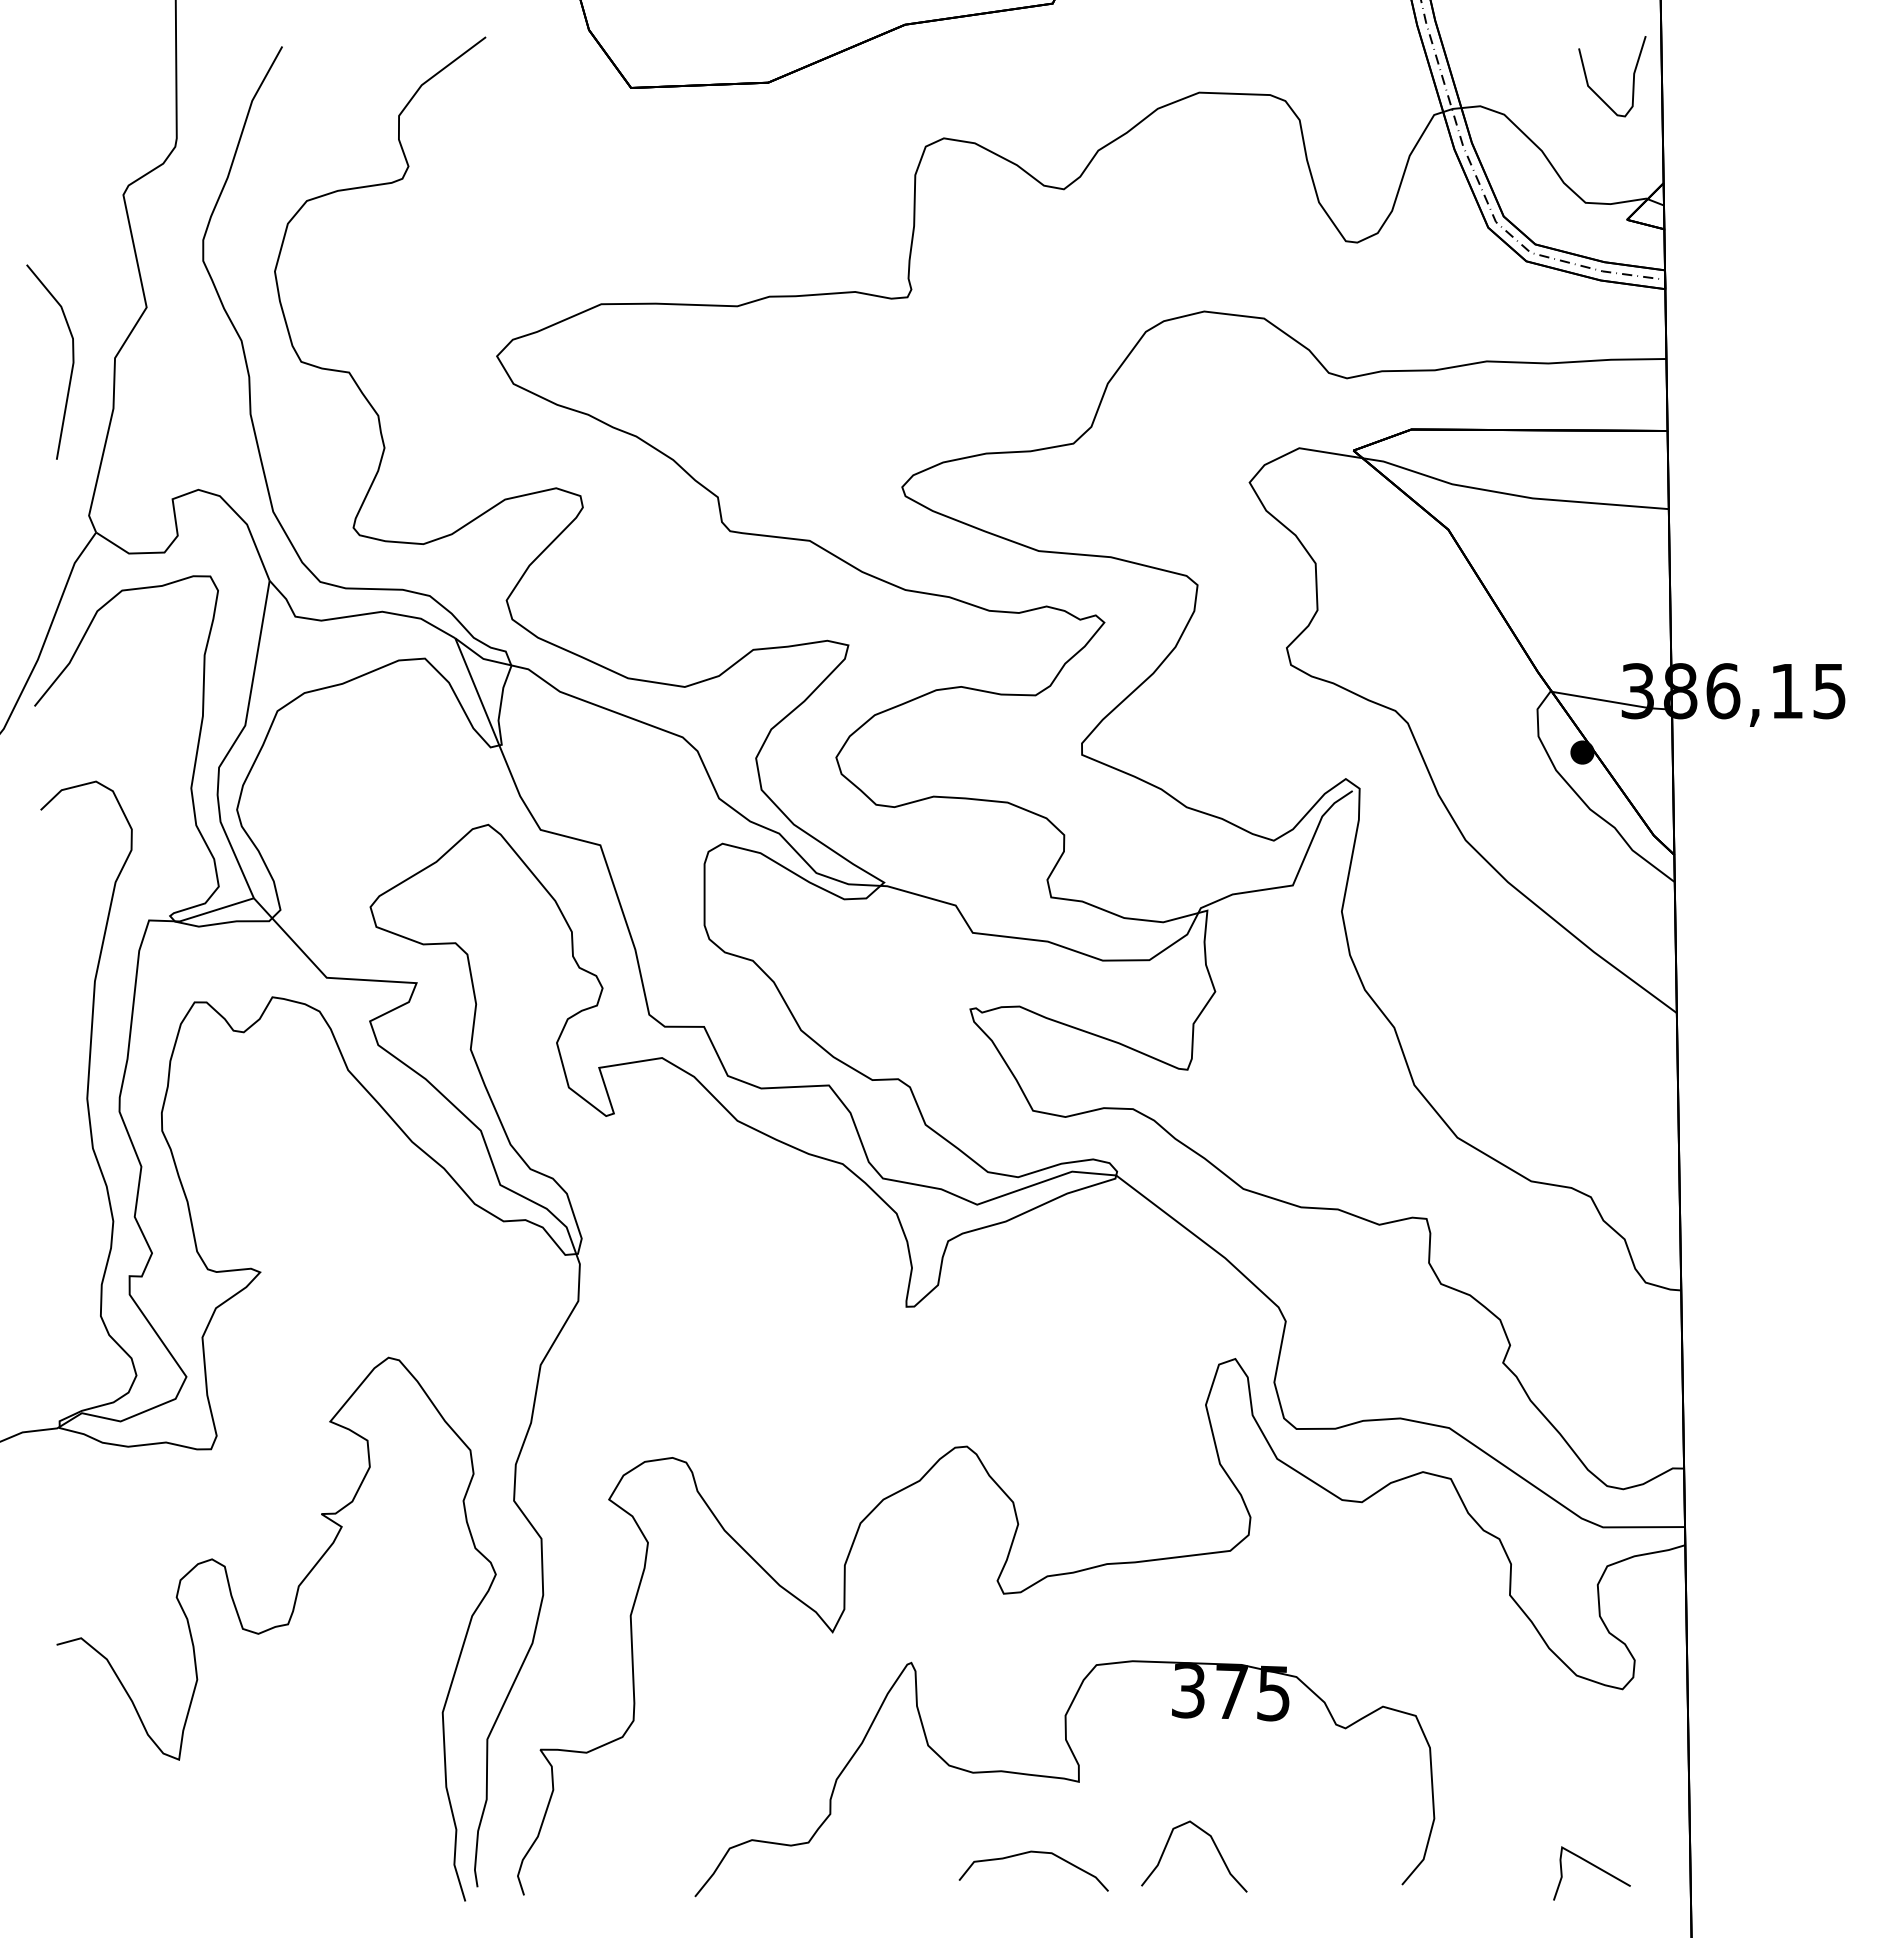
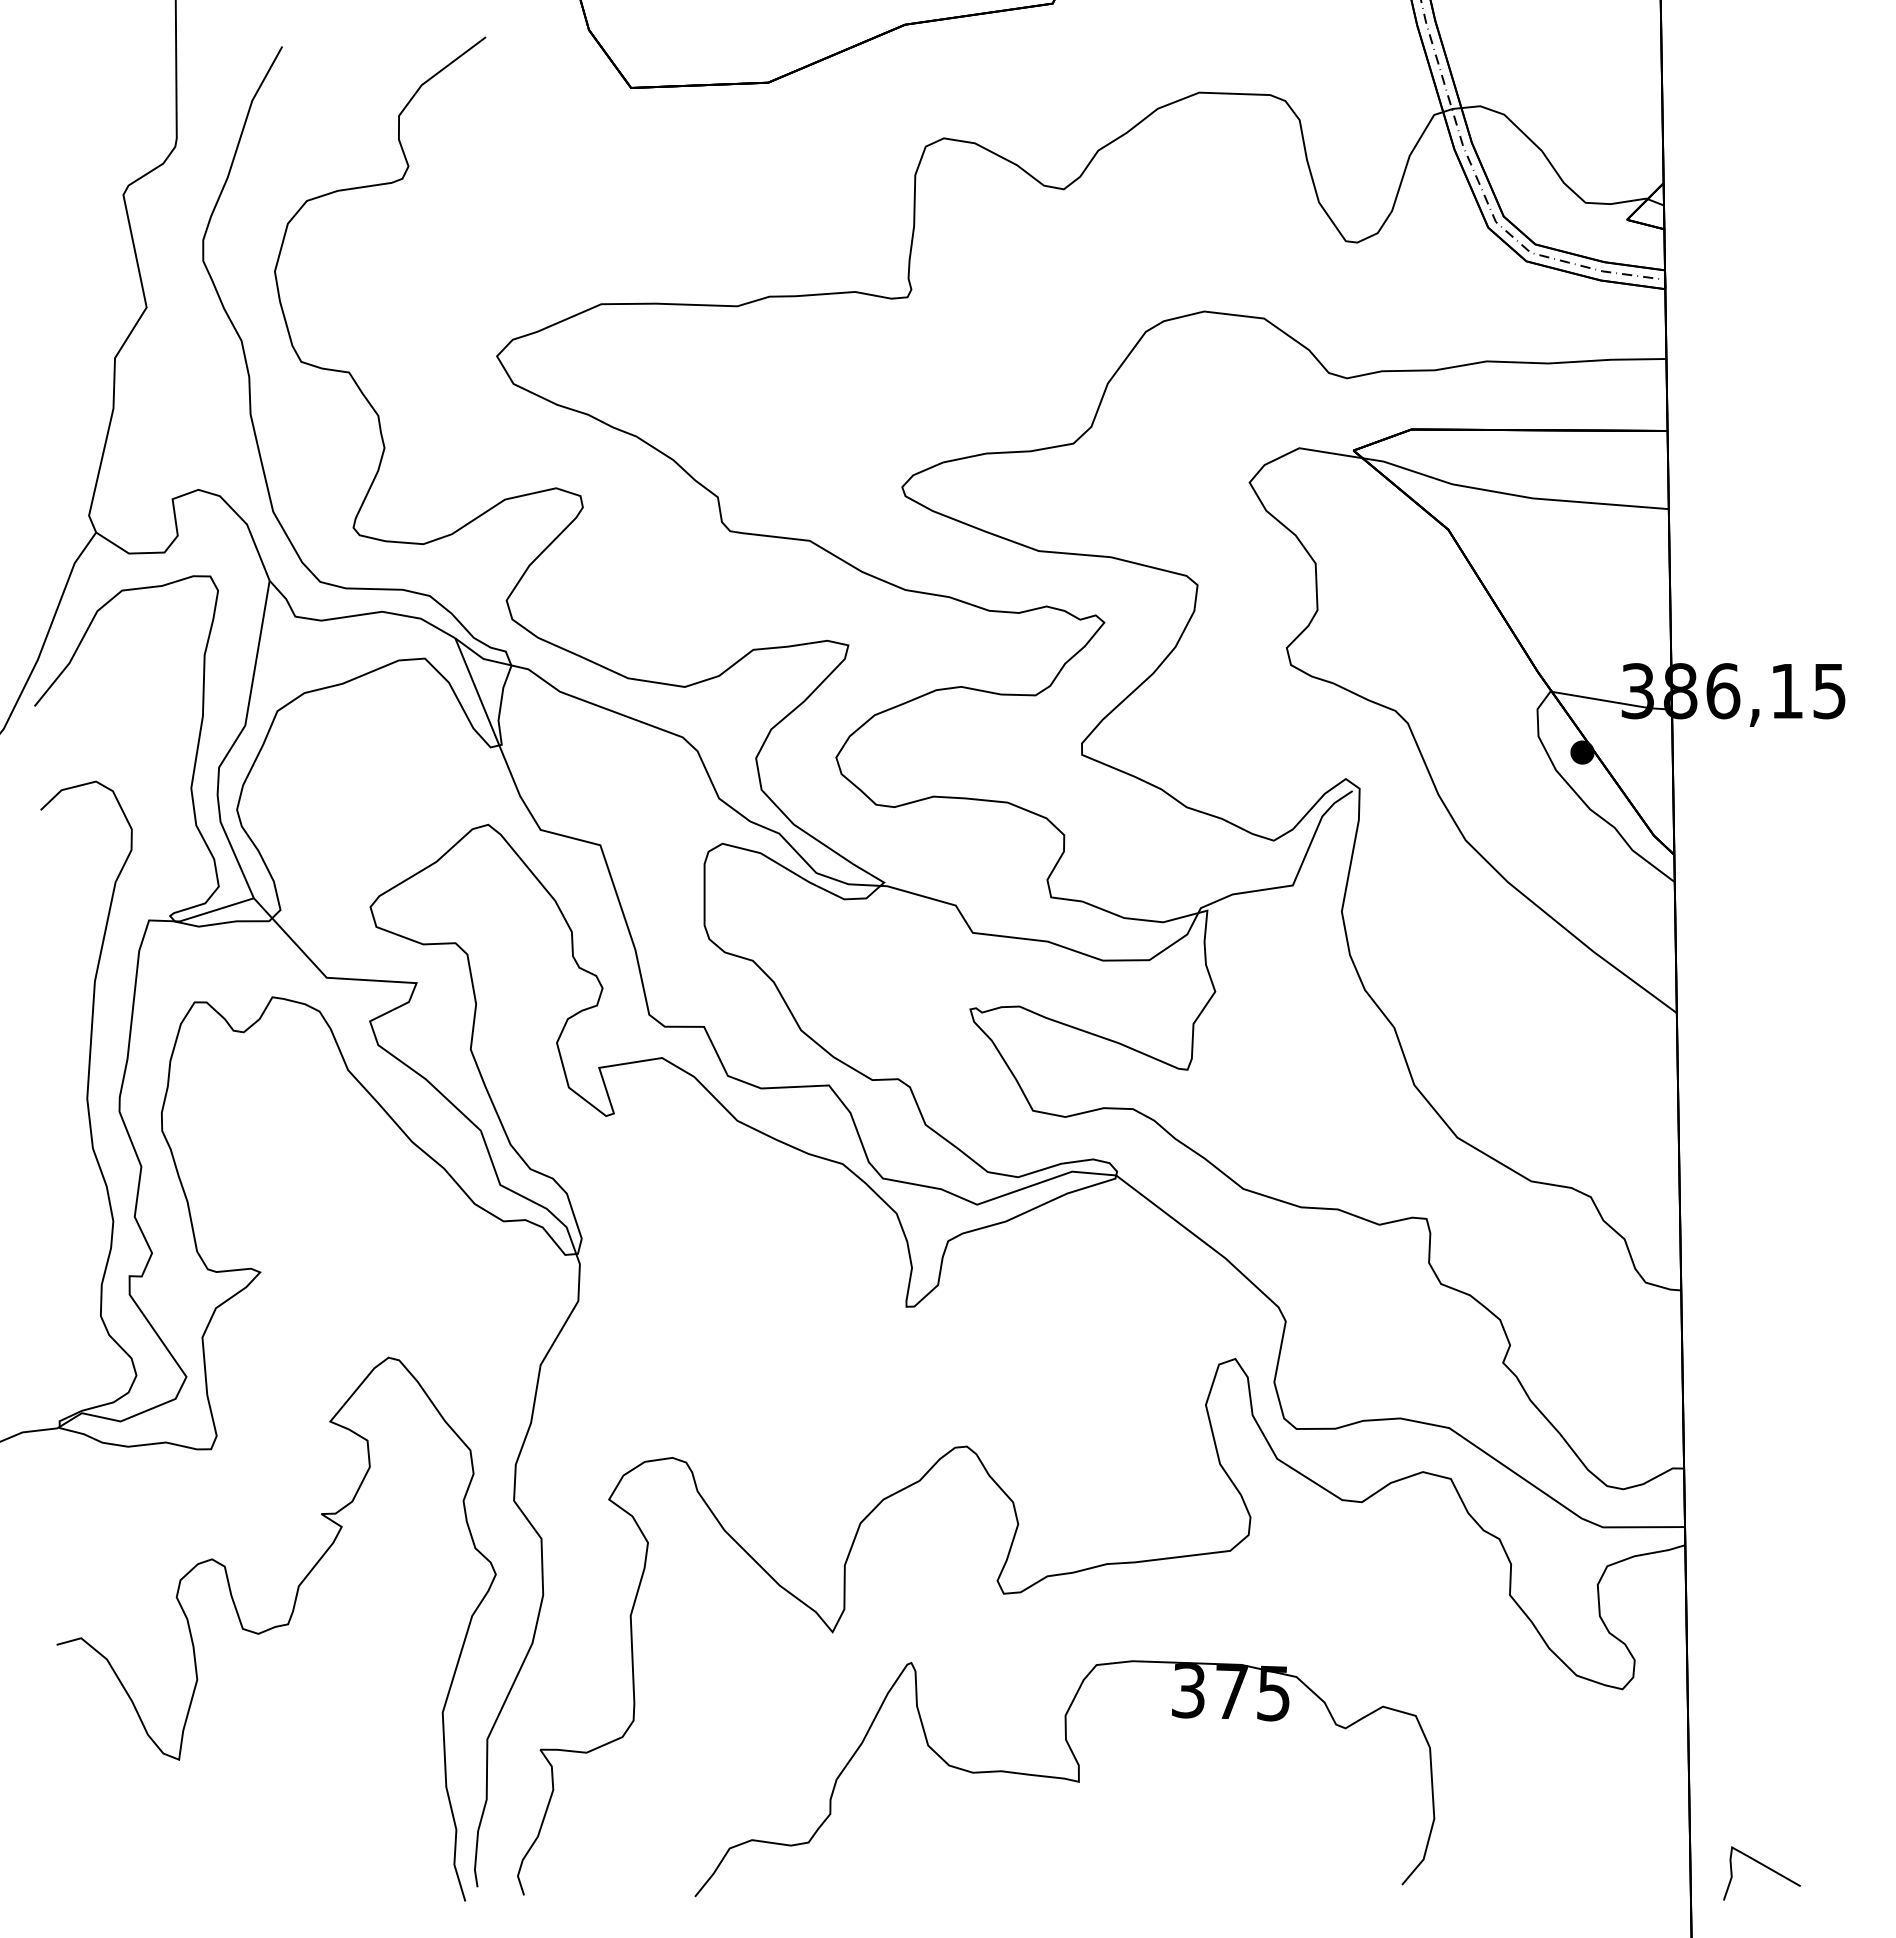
curve at (1632, 81): present -> none
line at (71, 367): present -> none
curve at (1214, 1845): present -> none
curve at (1028, 1853): present -> none
curve at (1595, 1867) position: (1595, 1867) -> (1765, 1867)
